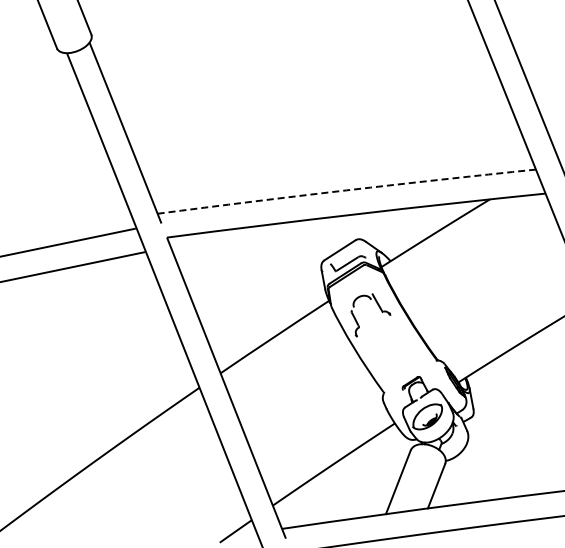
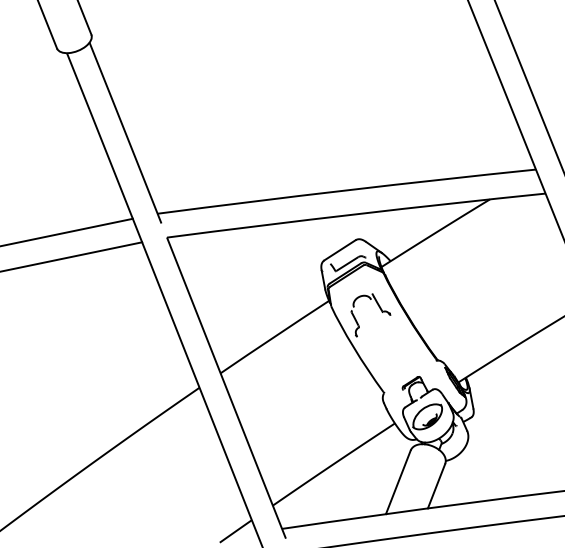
arc at (346, 190): dashed -> solid
line at (68, 242) position: (68, 242) -> (67, 231)
line at (73, 266) position: (73, 266) -> (72, 256)
